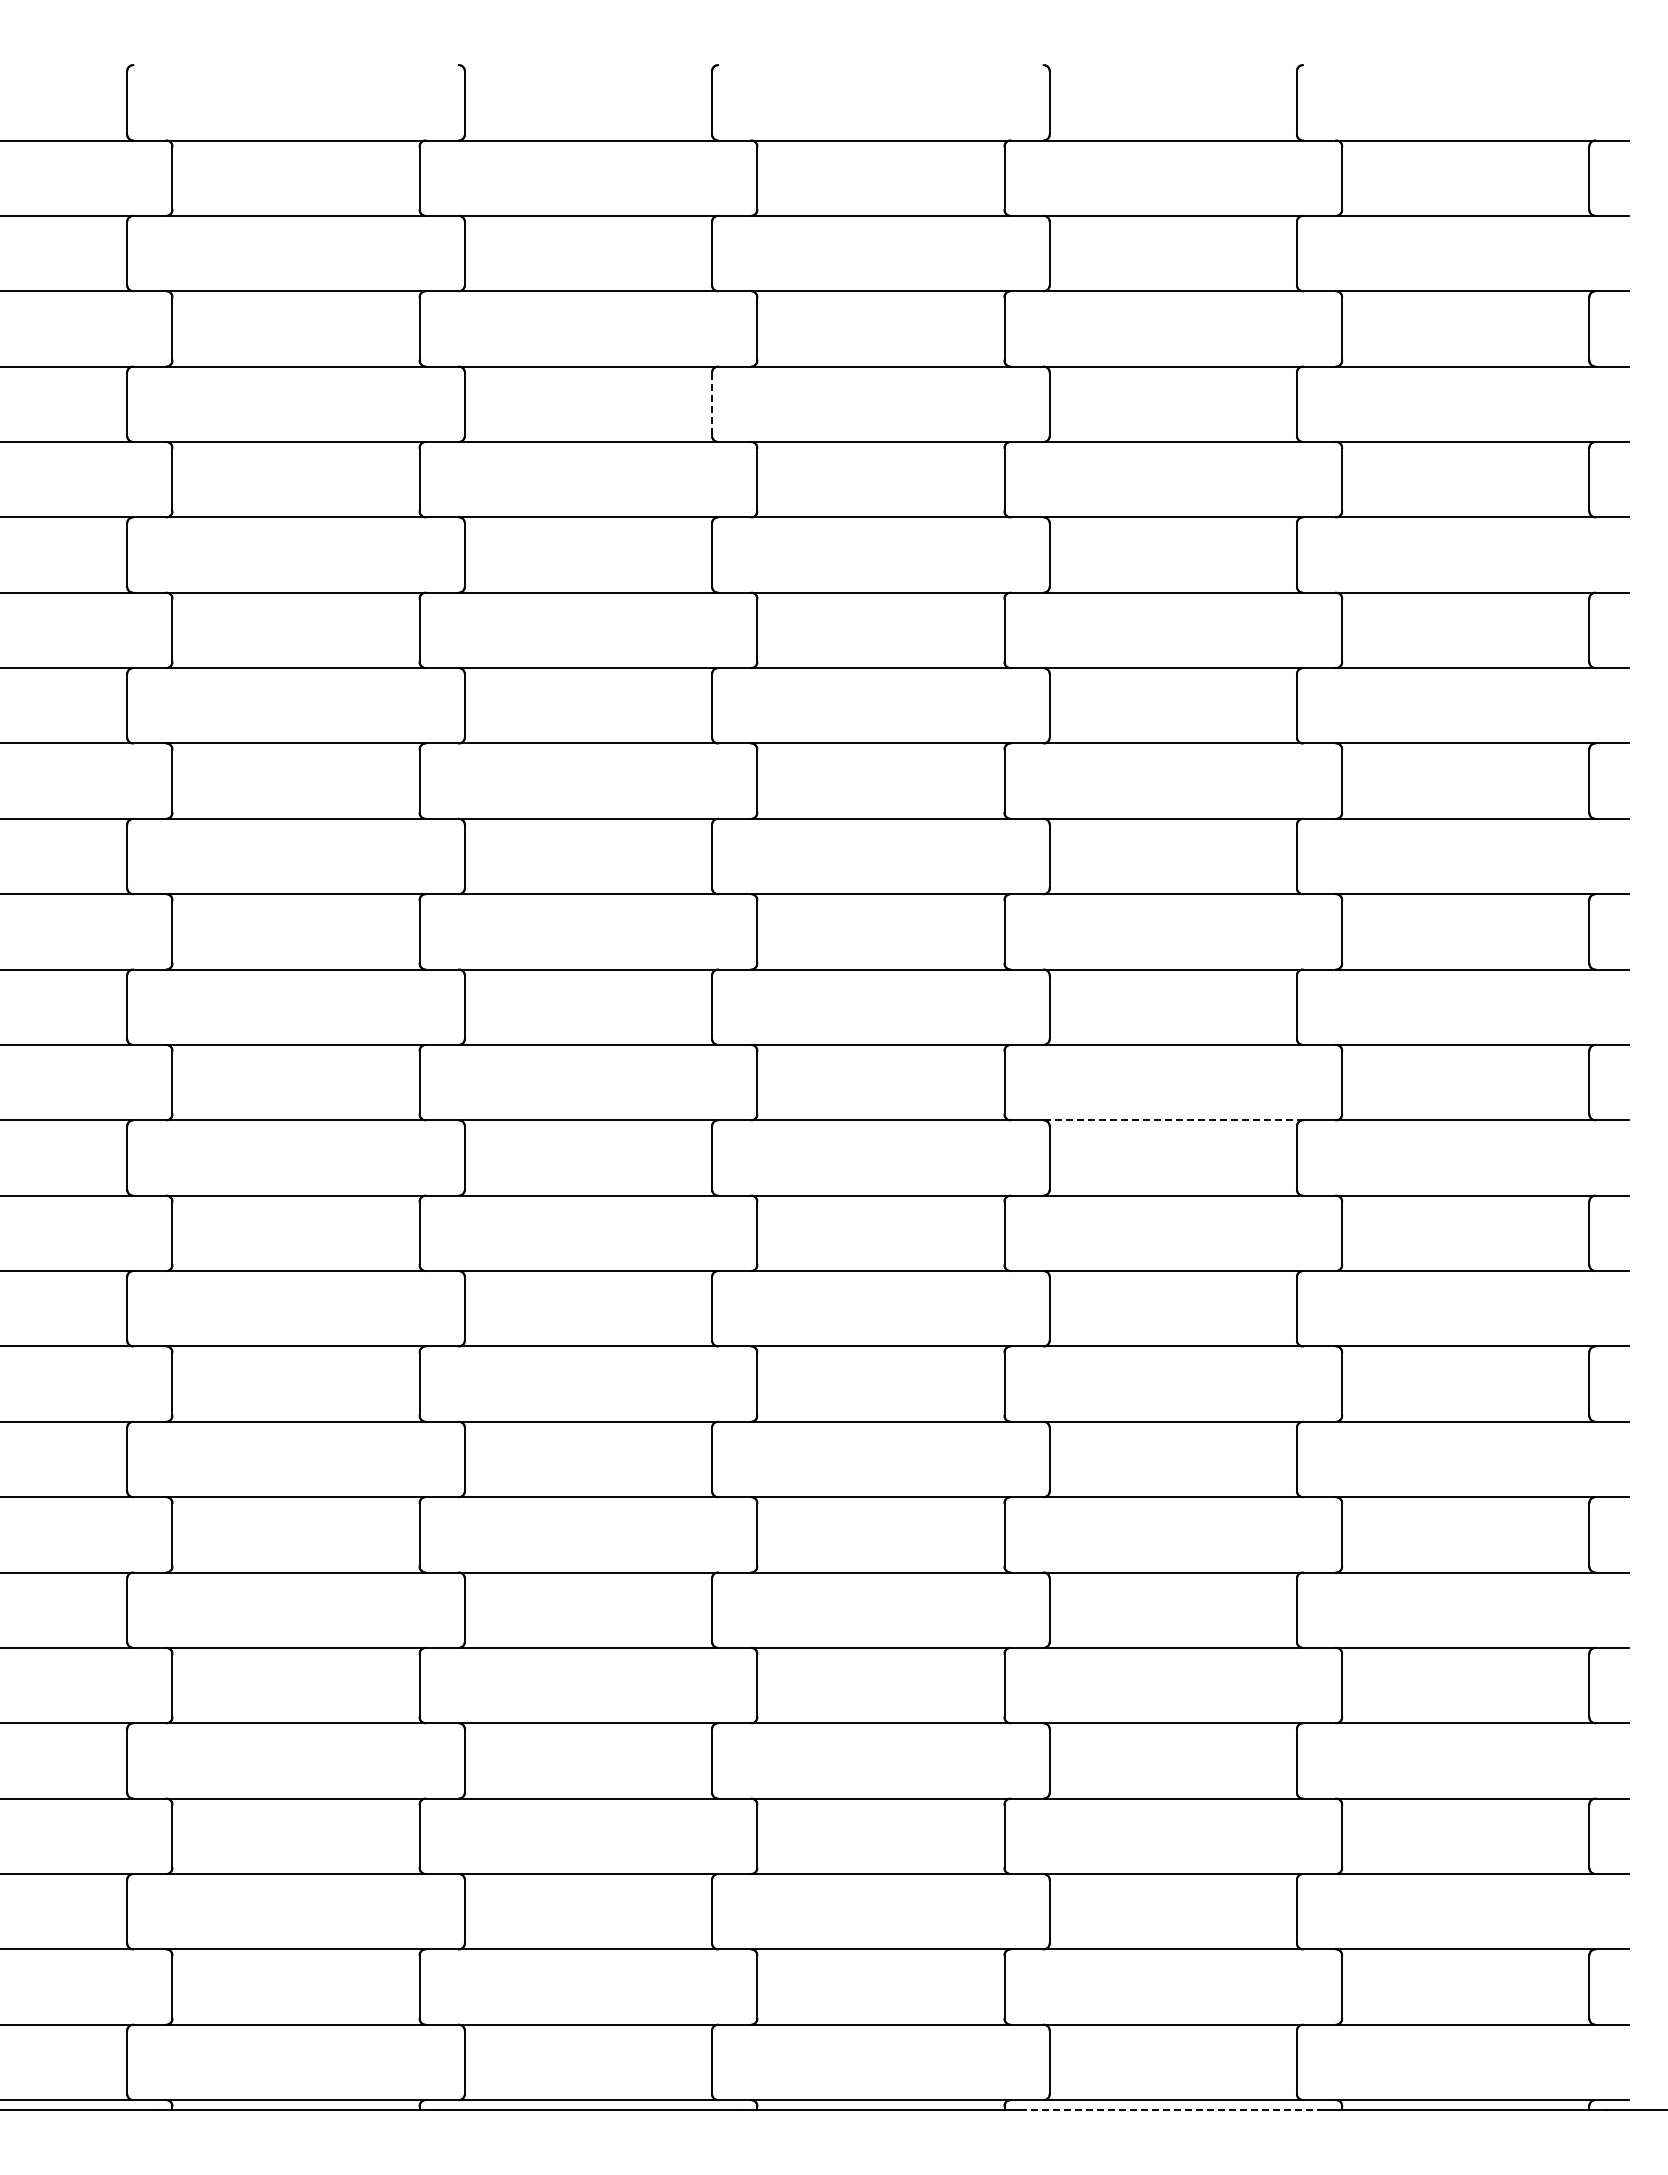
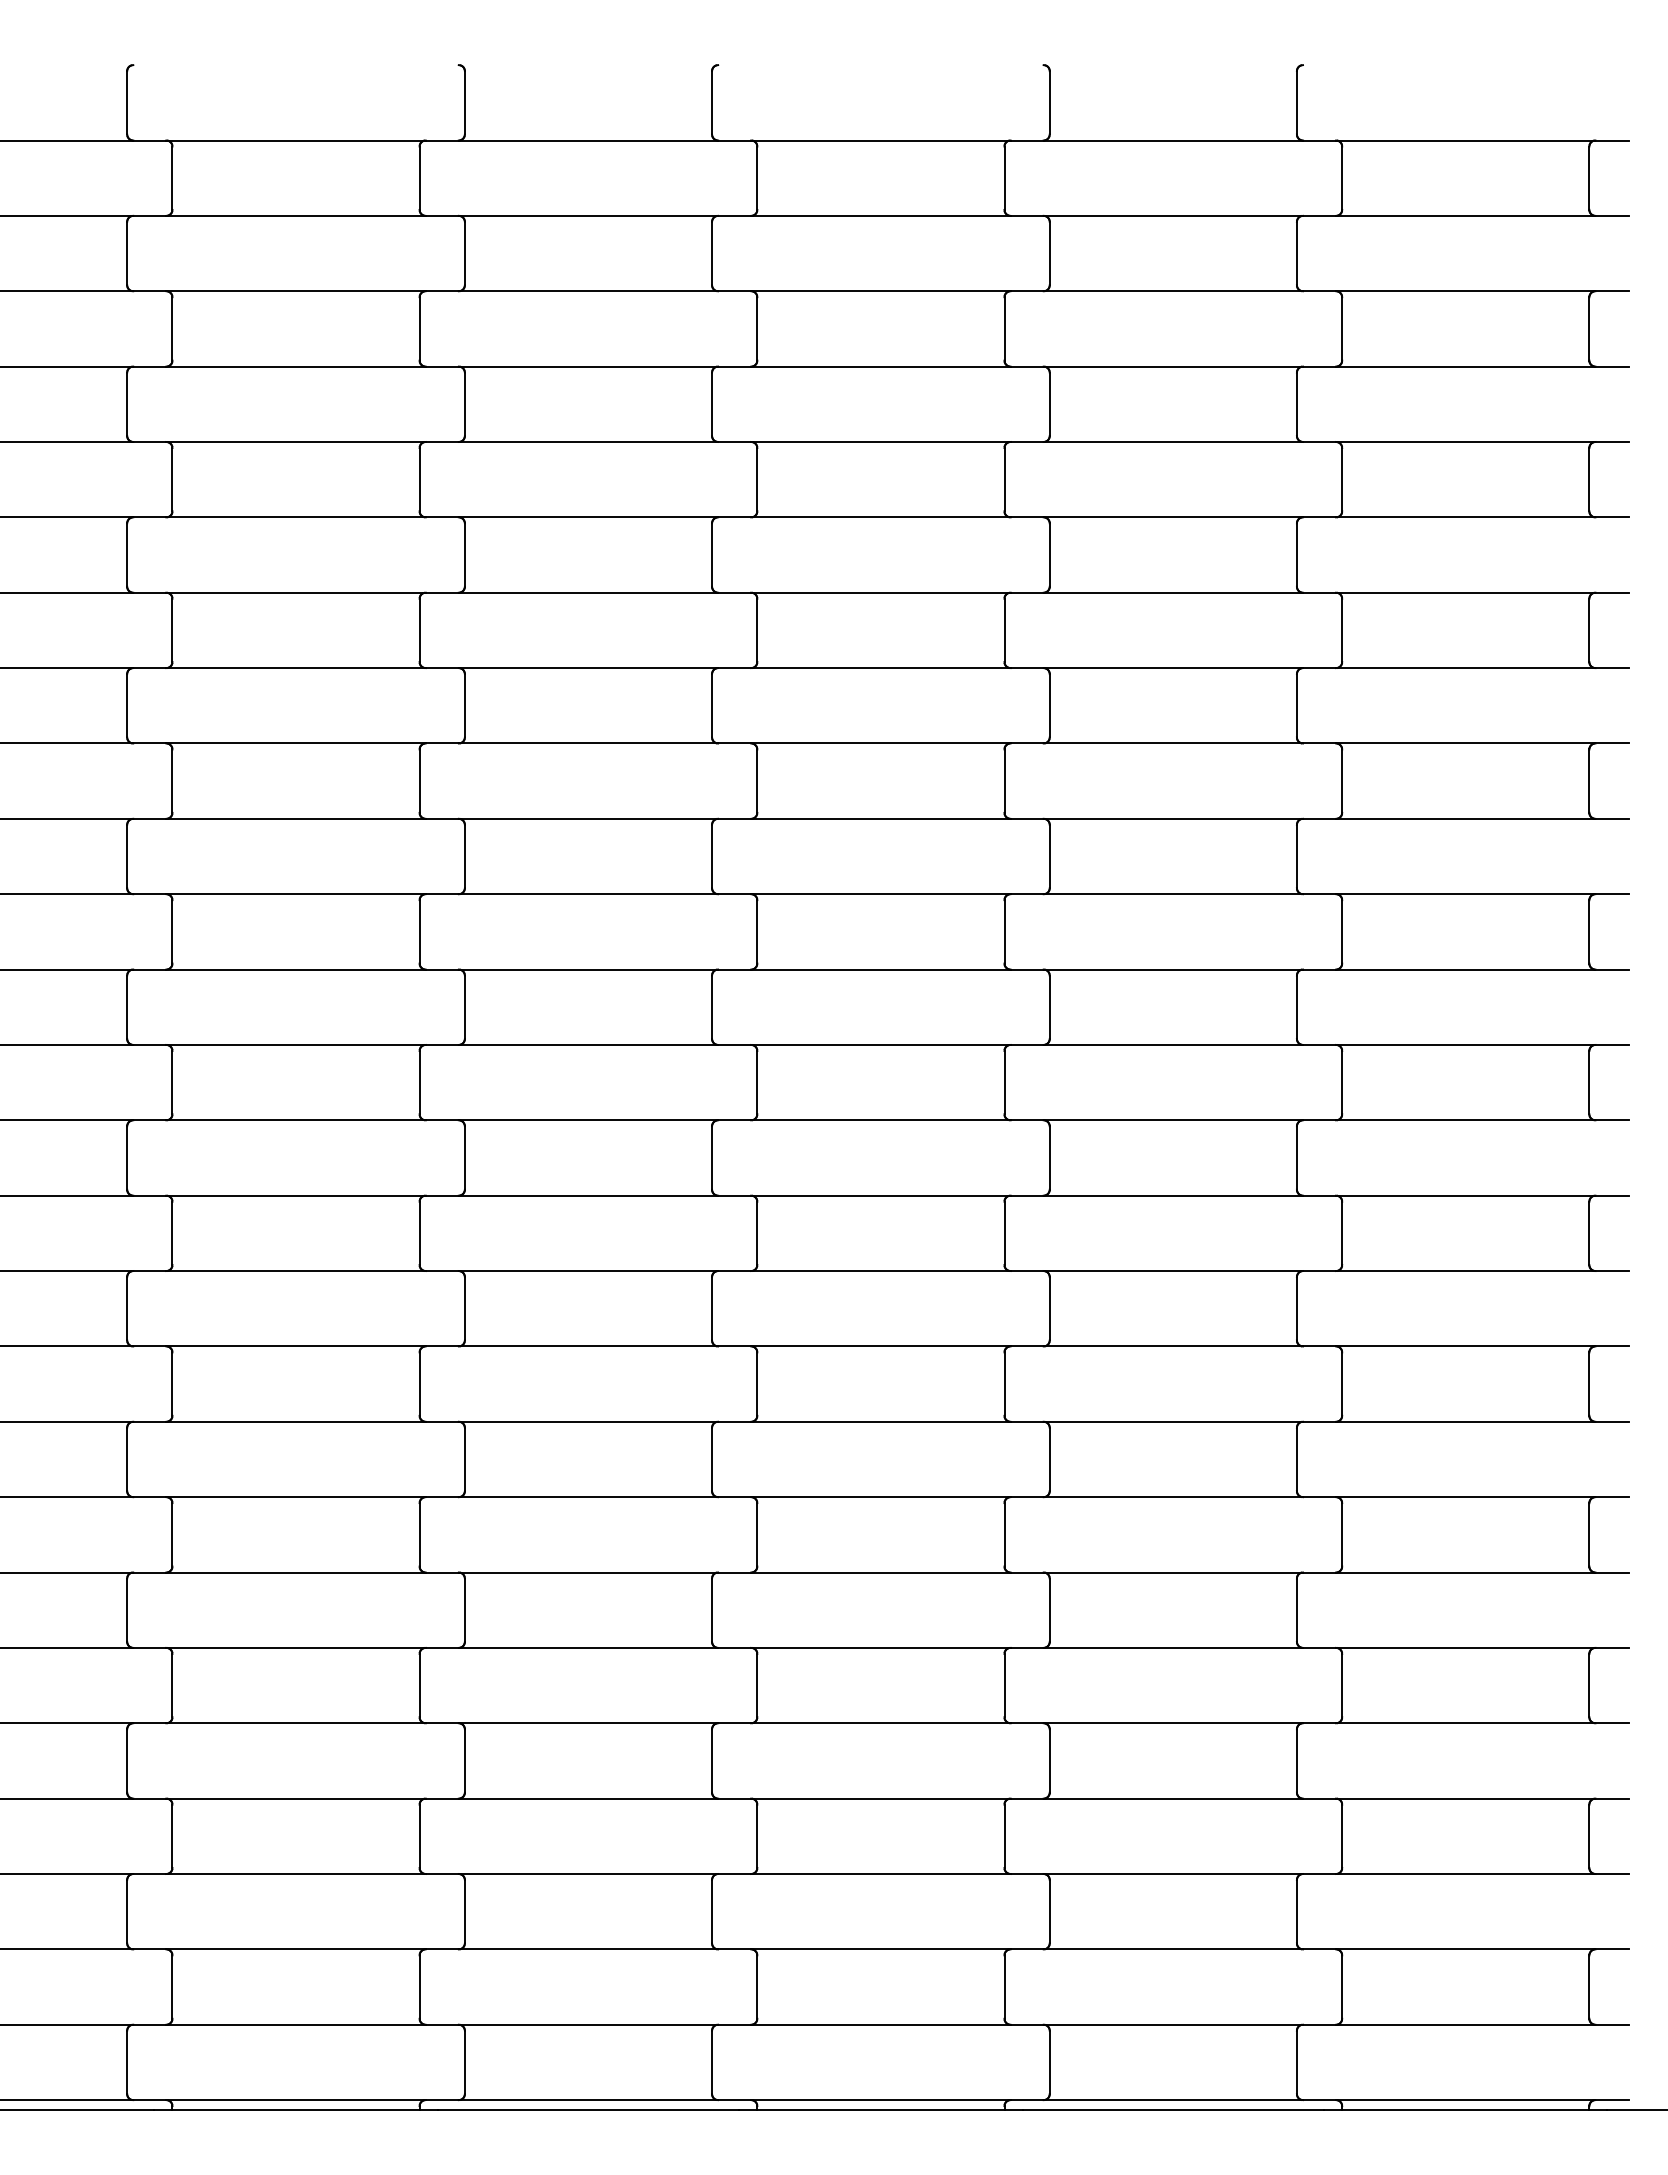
line at (712, 404): dashed -> solid
line at (1173, 1120): dashed -> solid
line at (1173, 2109): dashed -> solid
